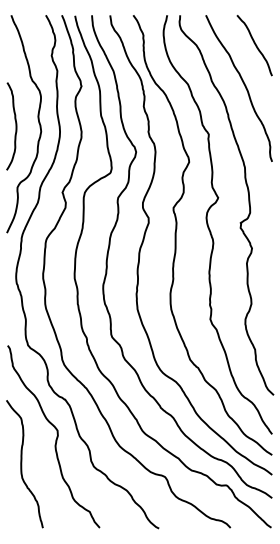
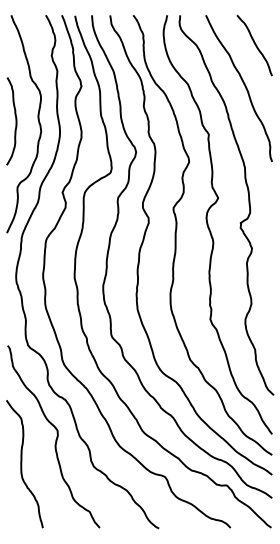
curve at (15, 126) position: (15, 126) -> (15, 121)
